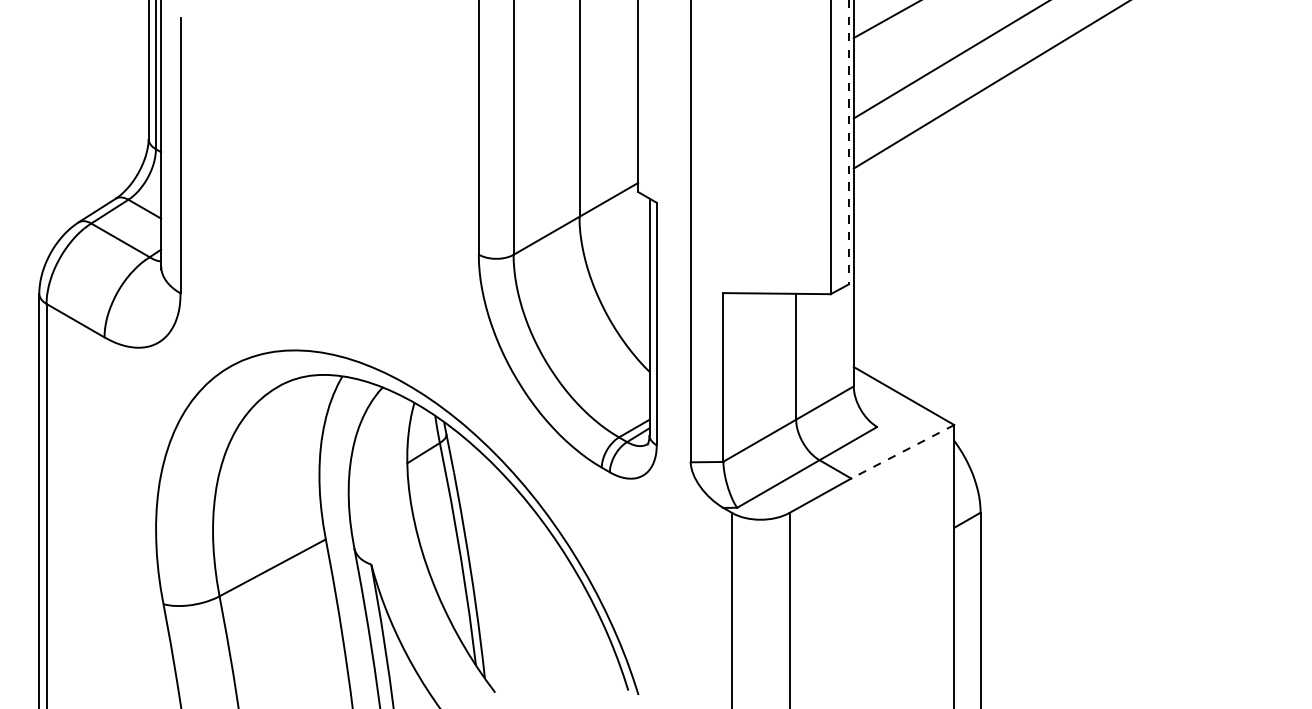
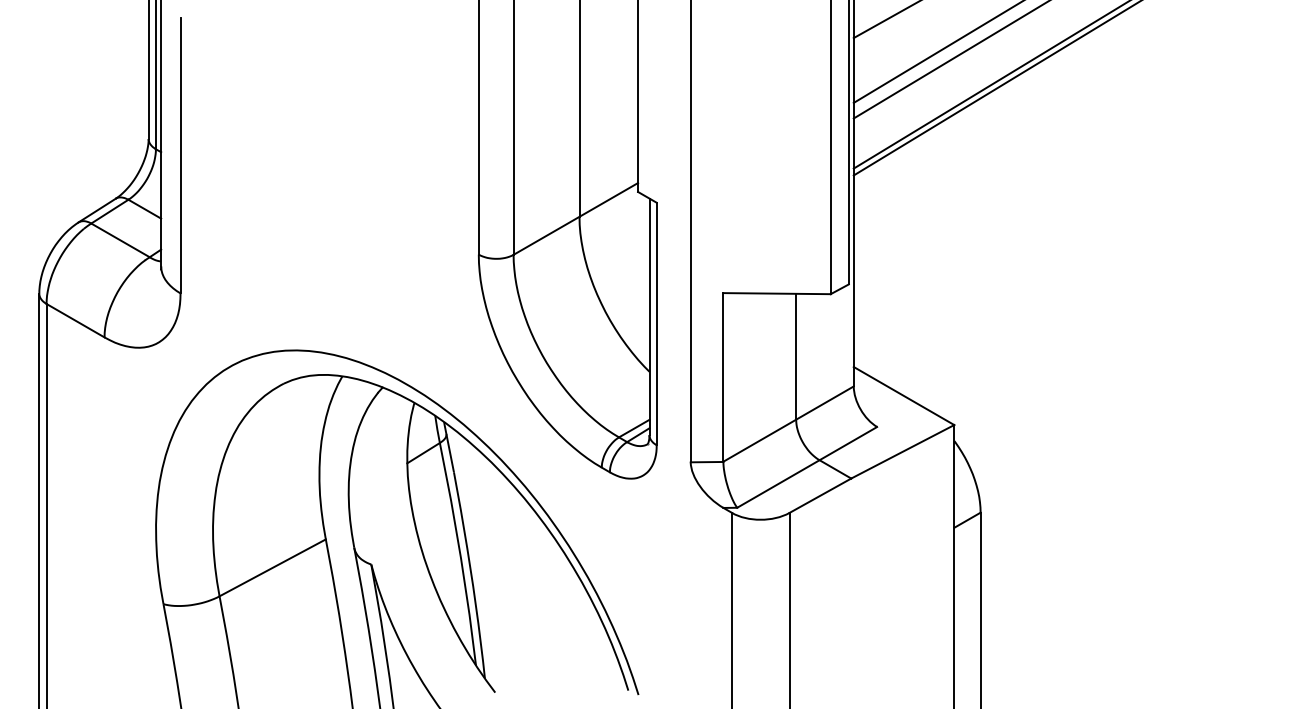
line at (937, 52): none -> present
line at (996, 88): none -> present
line at (848, 142): dashed -> solid
line at (902, 452): dashed -> solid
